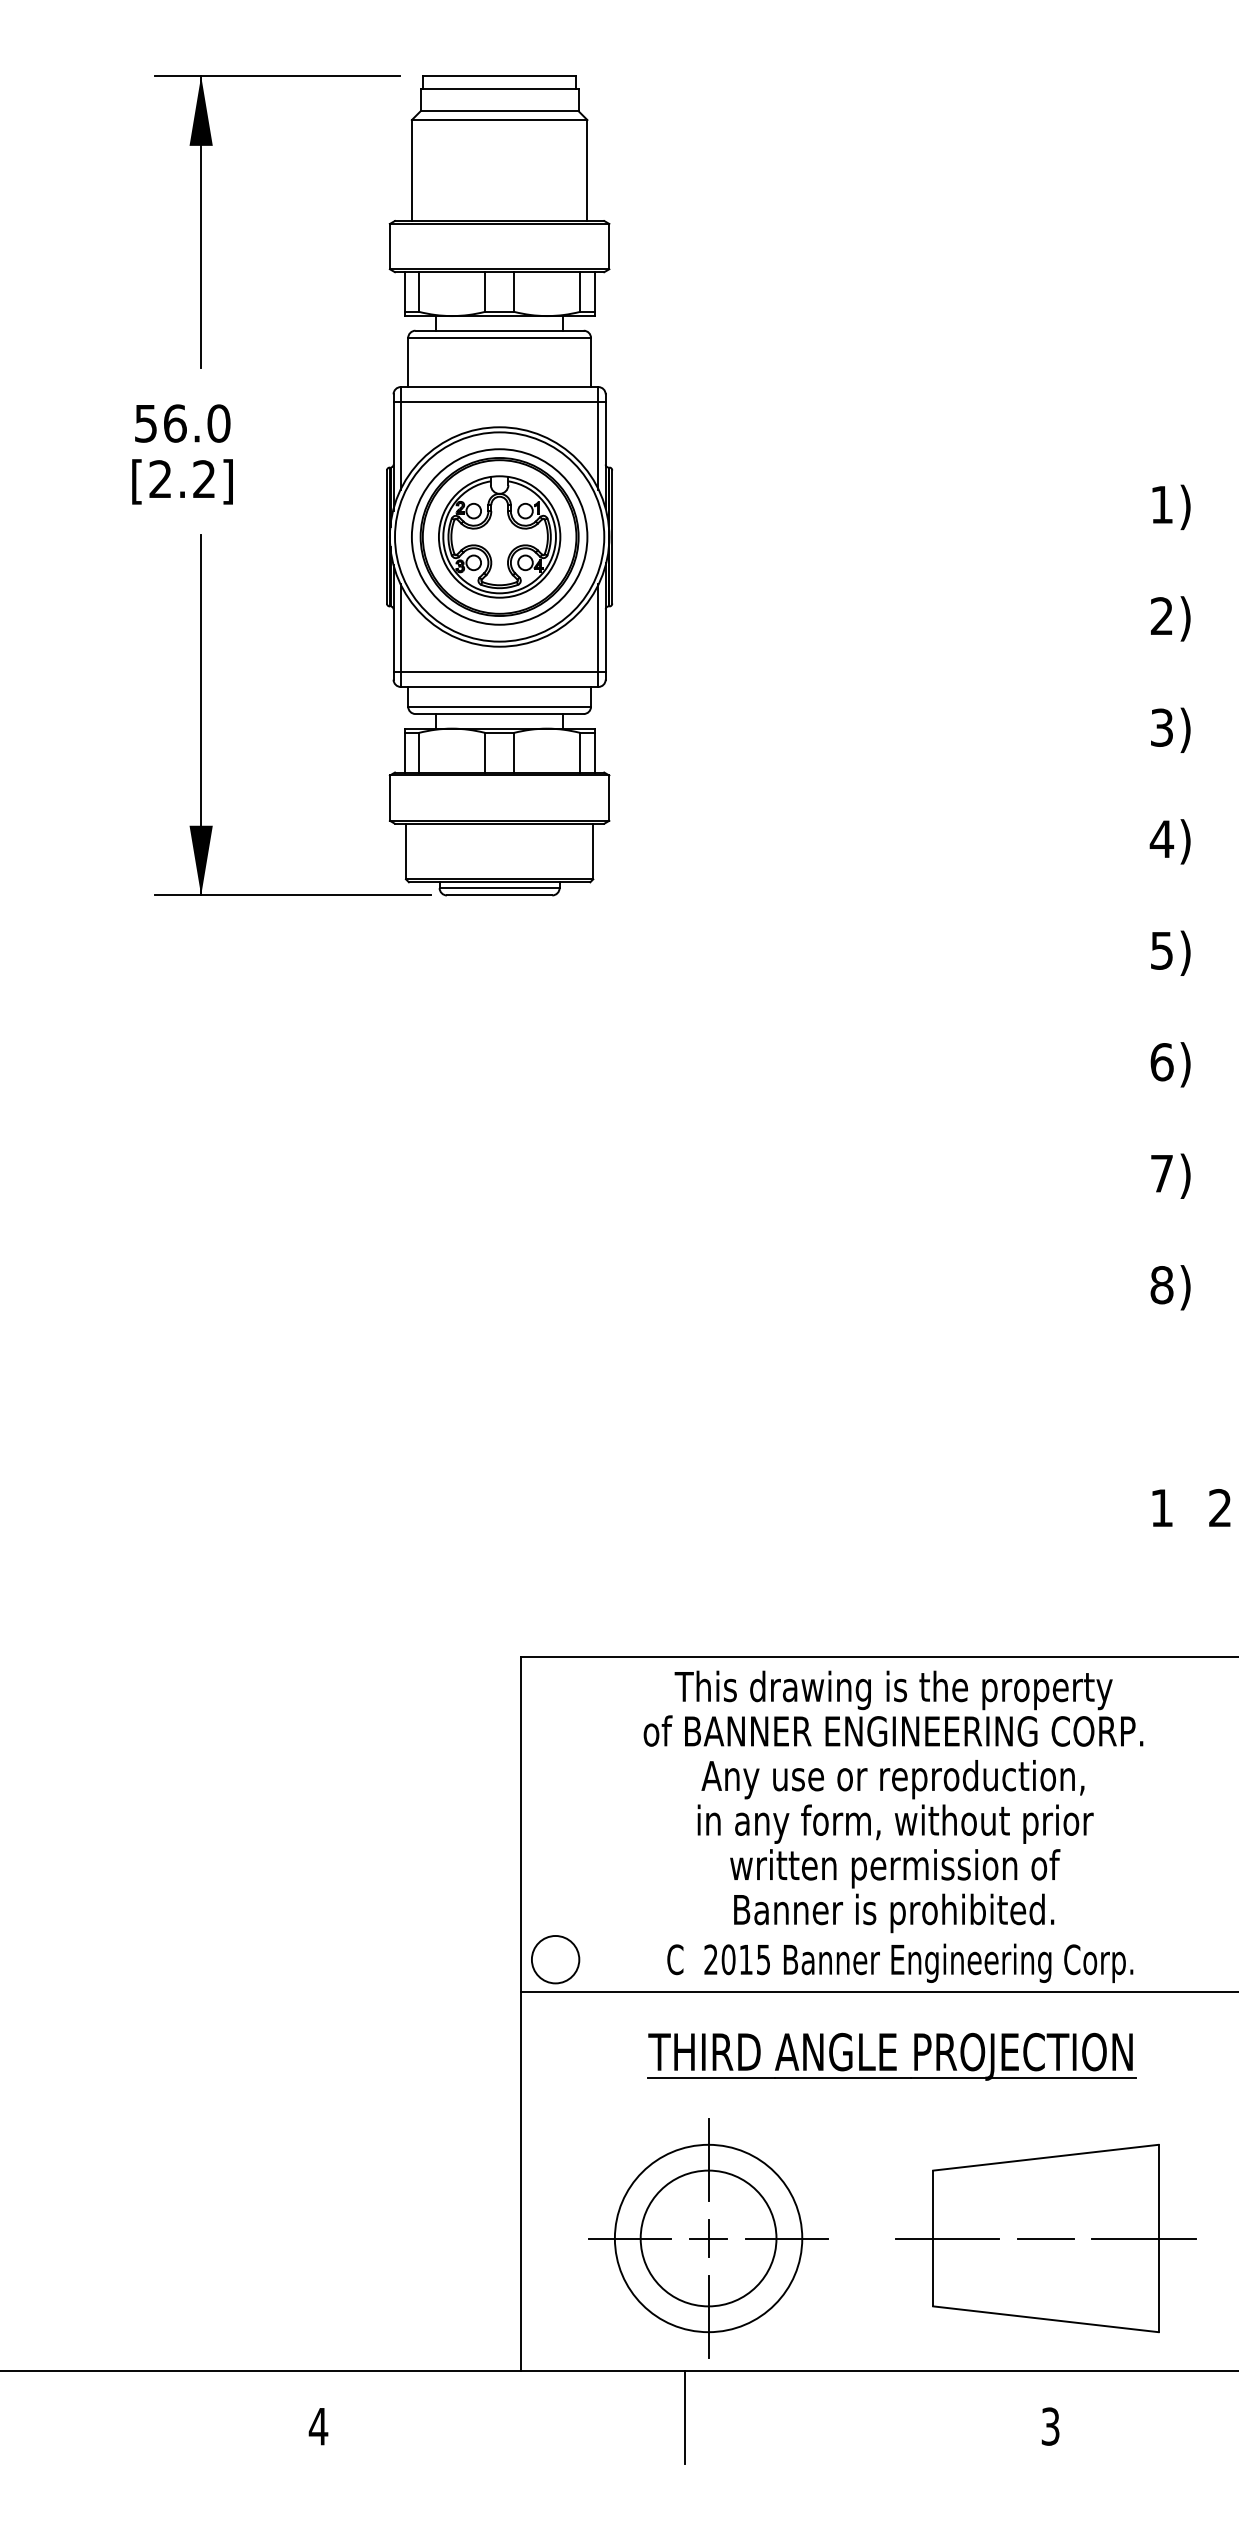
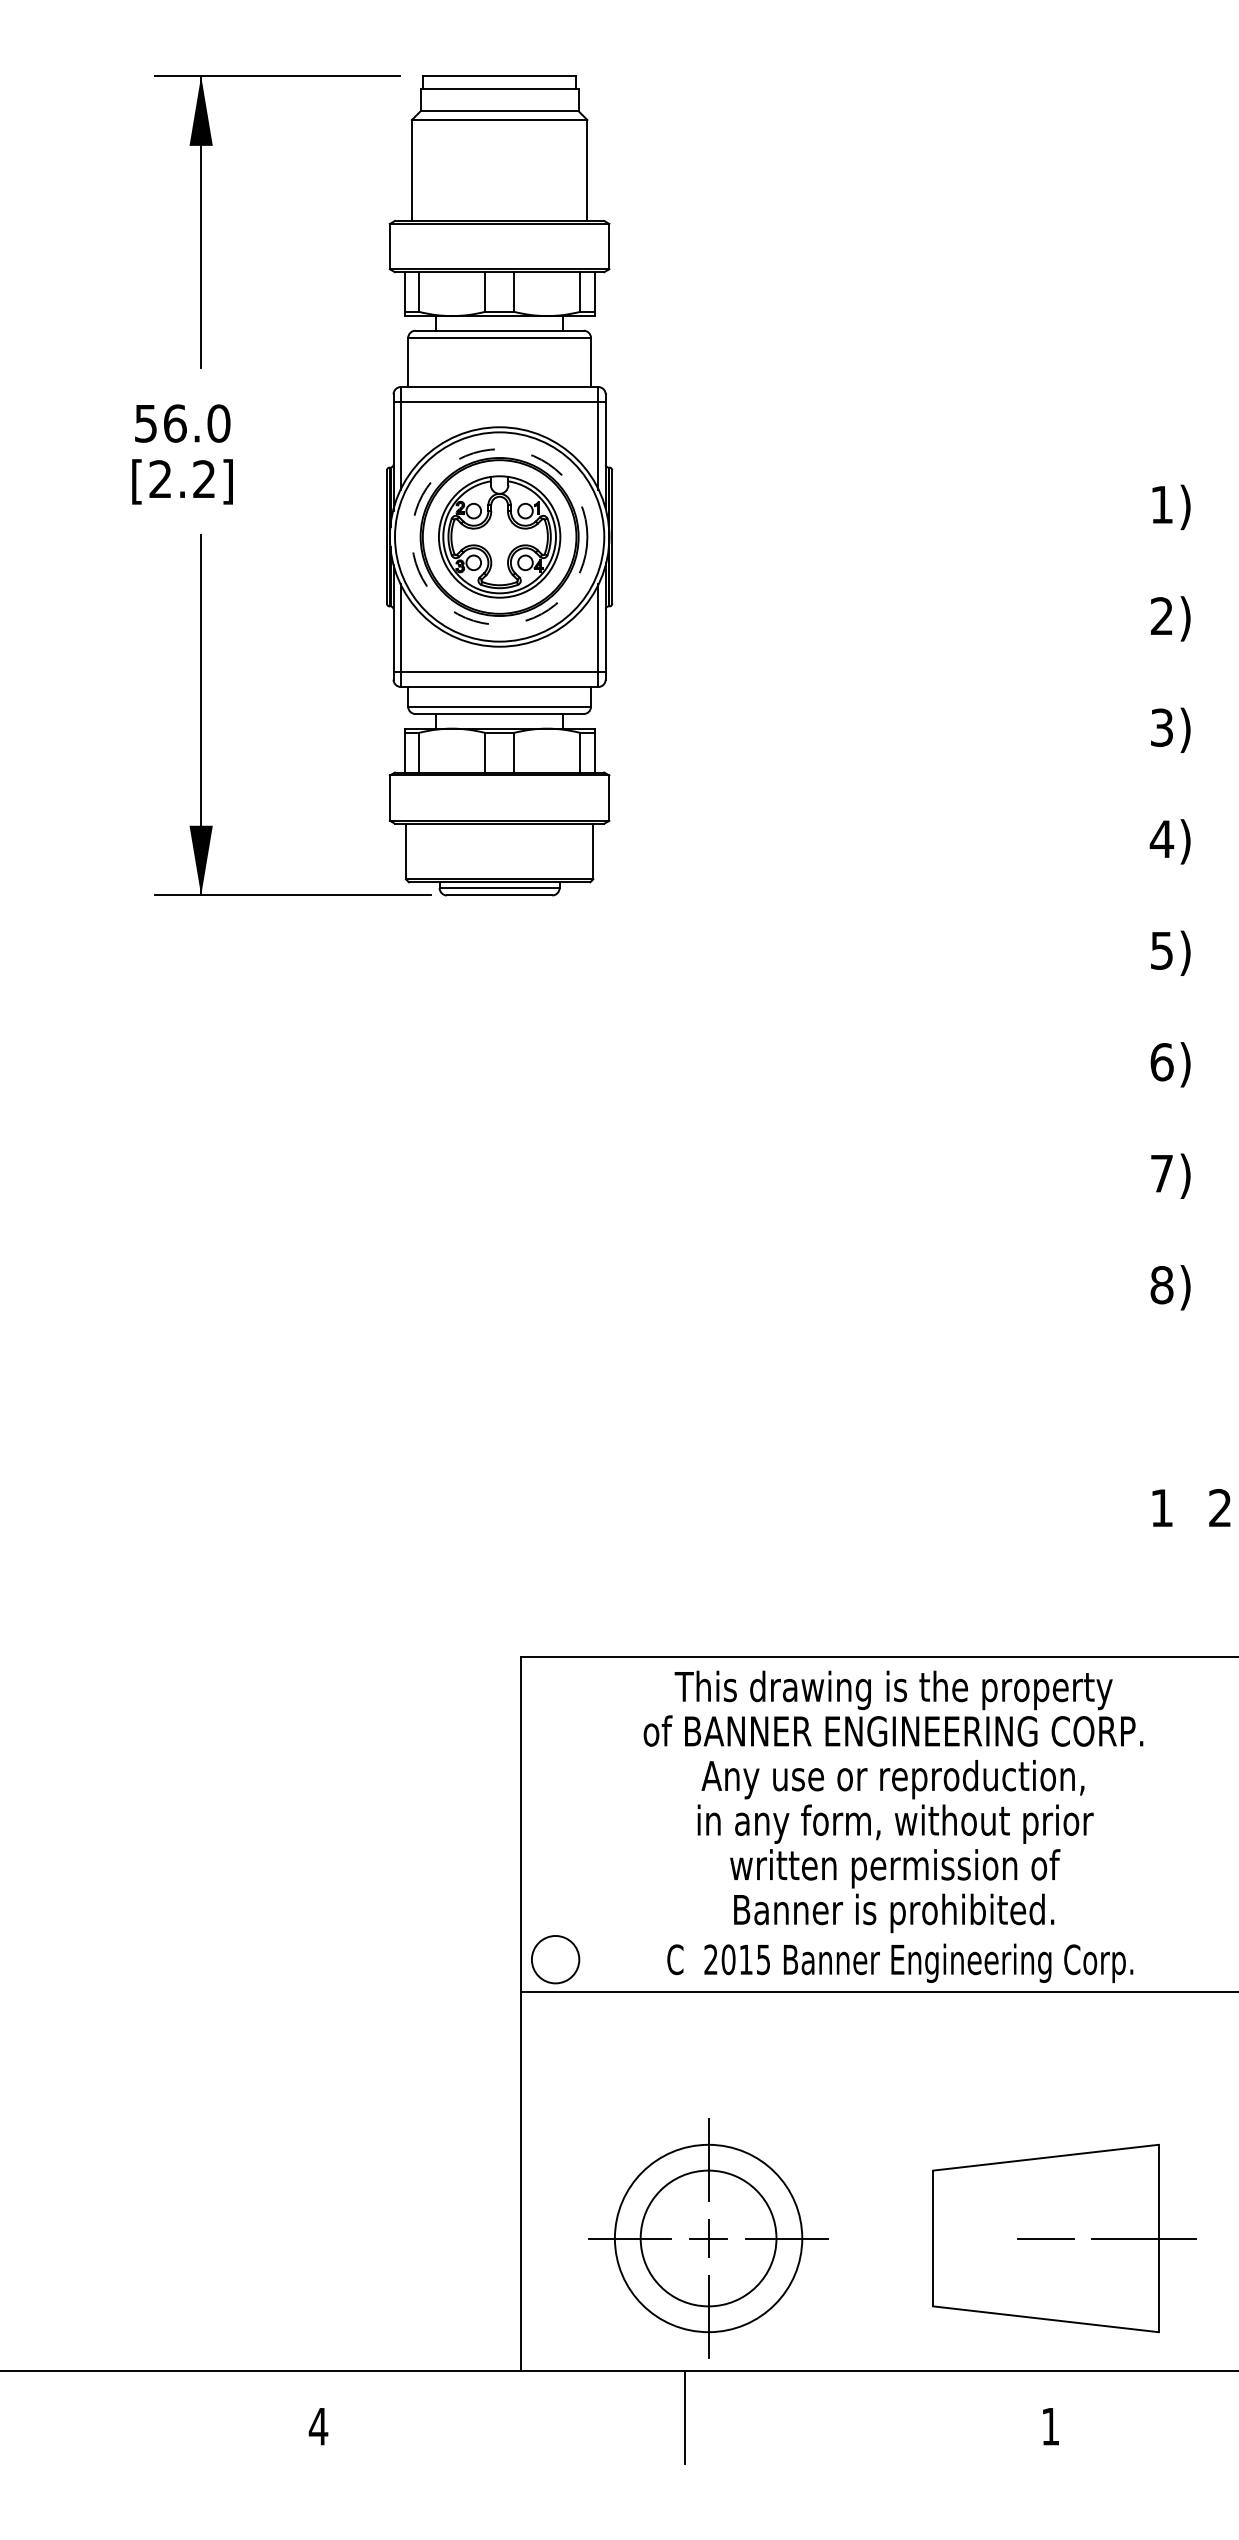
circle at (499, 536): solid -> dashed
part at (891, 2056): present -> none
line at (947, 2238): present -> none
text at (1050, 2426): 3 -> 1
